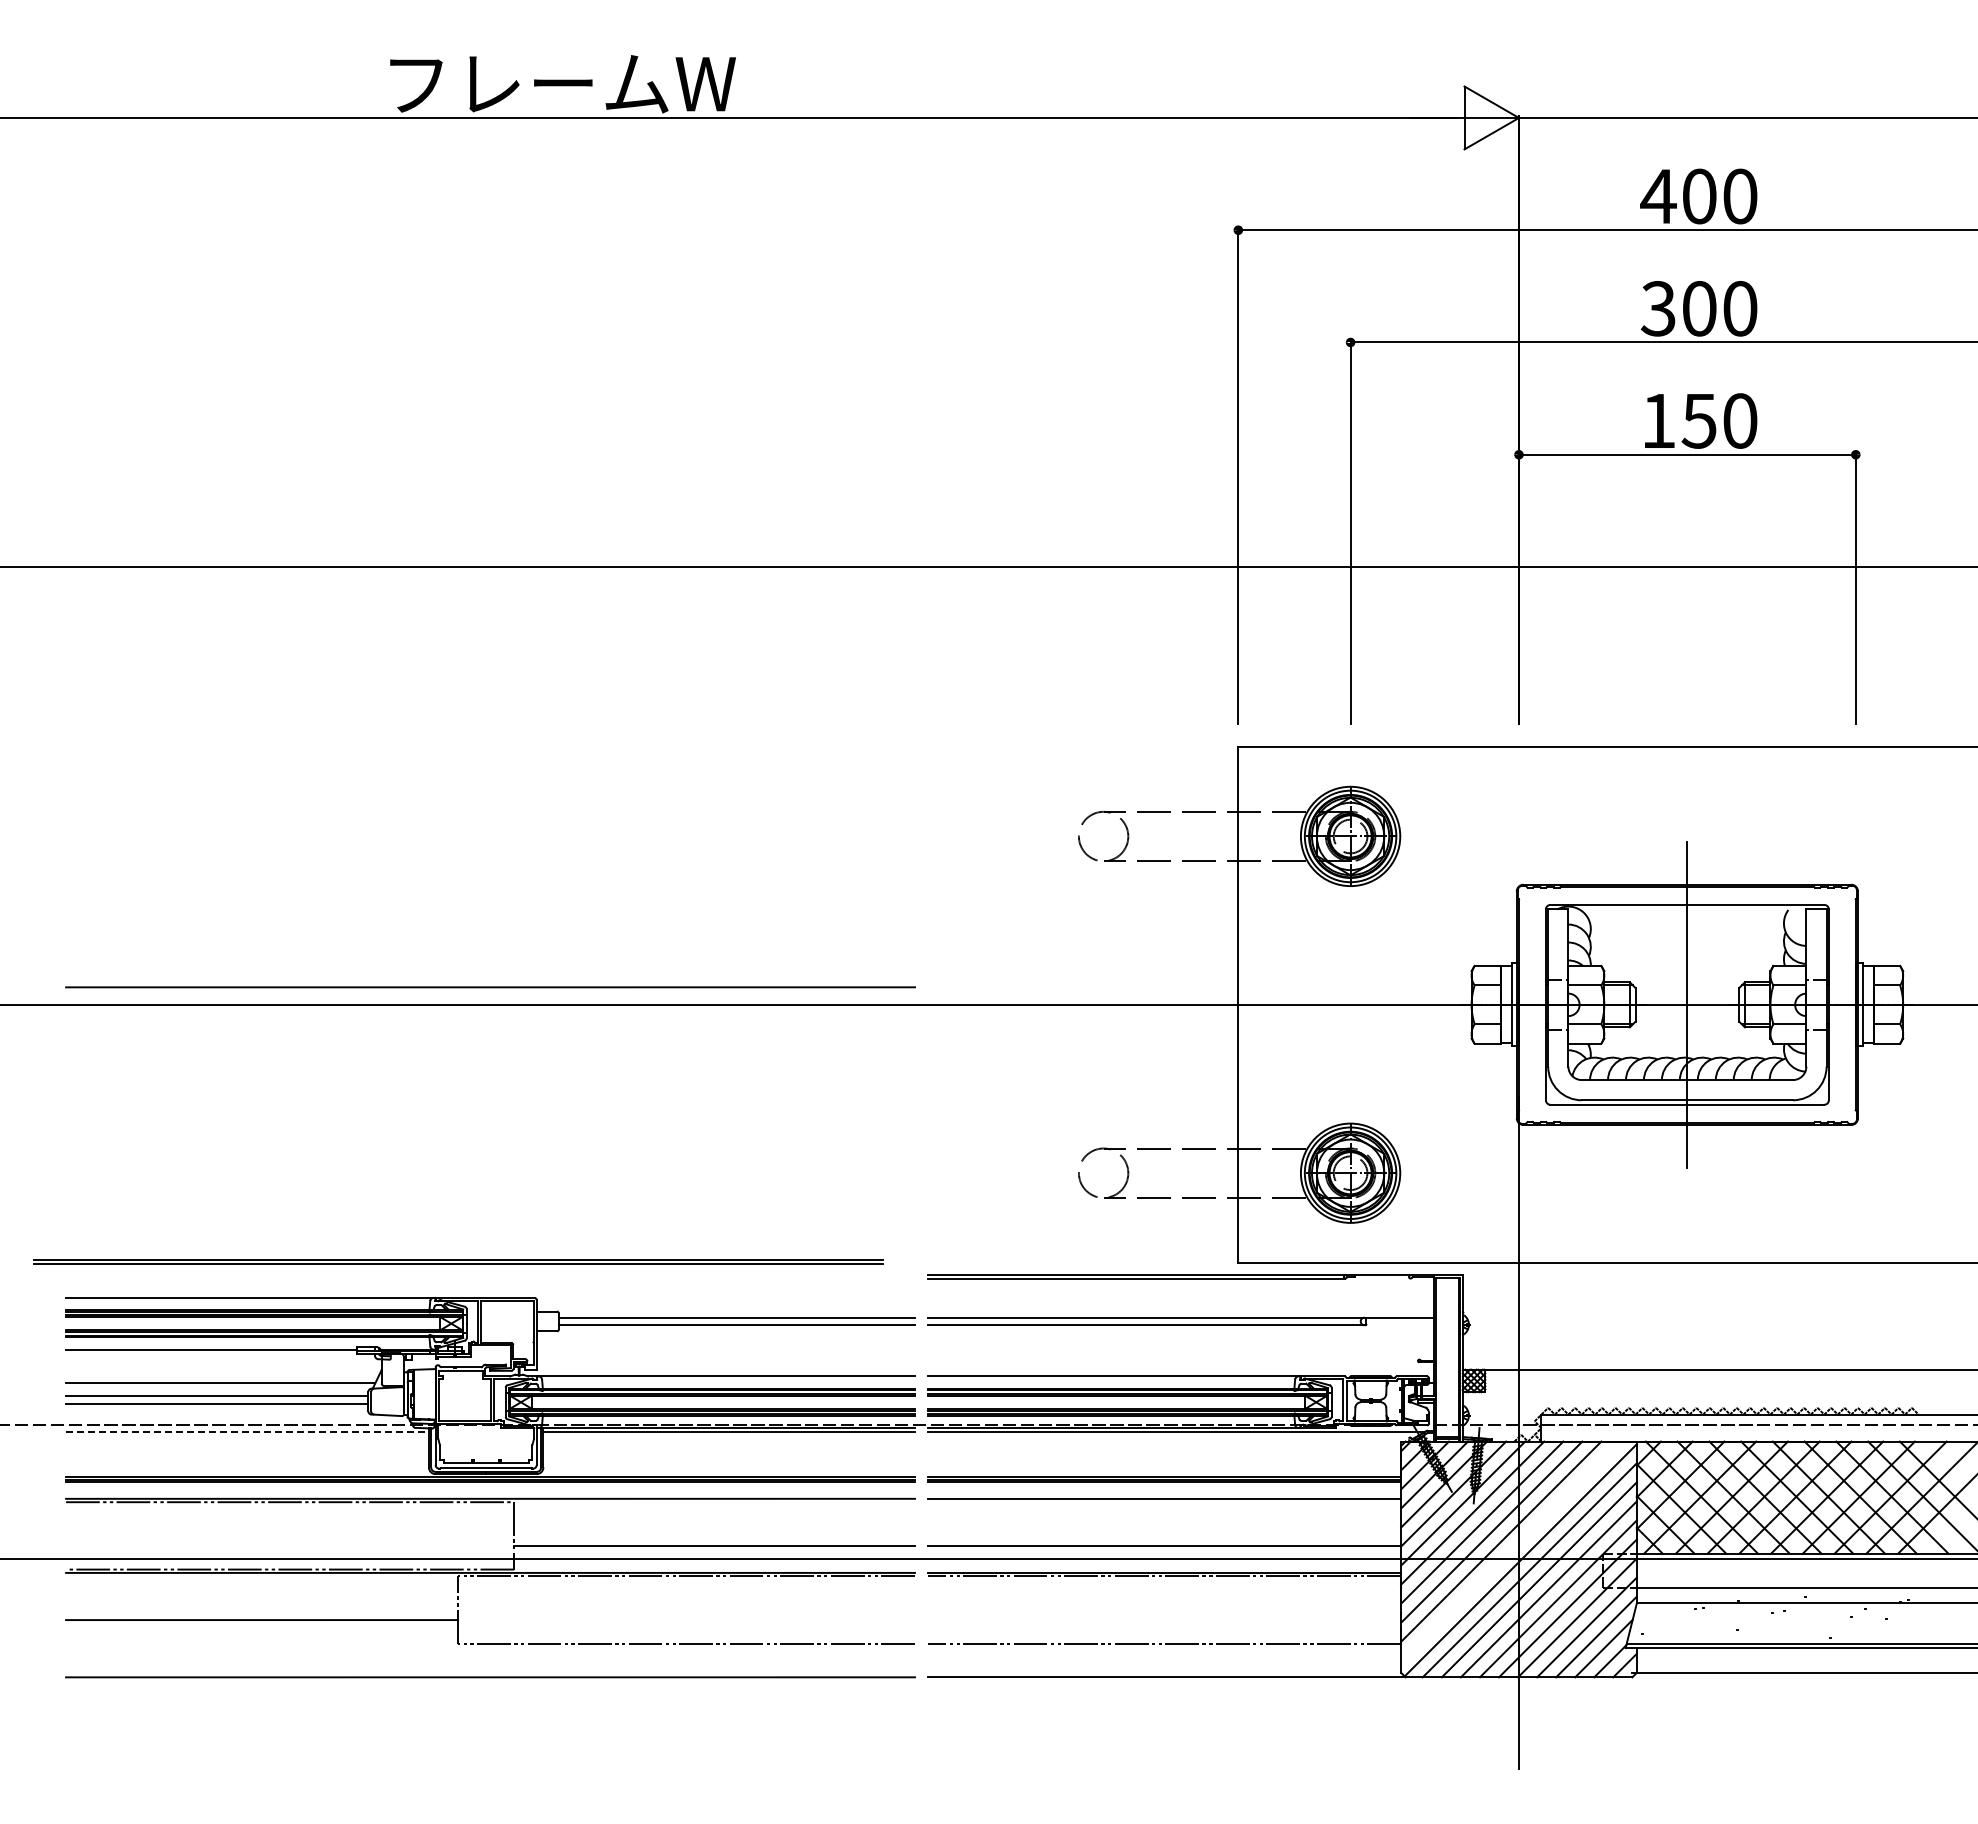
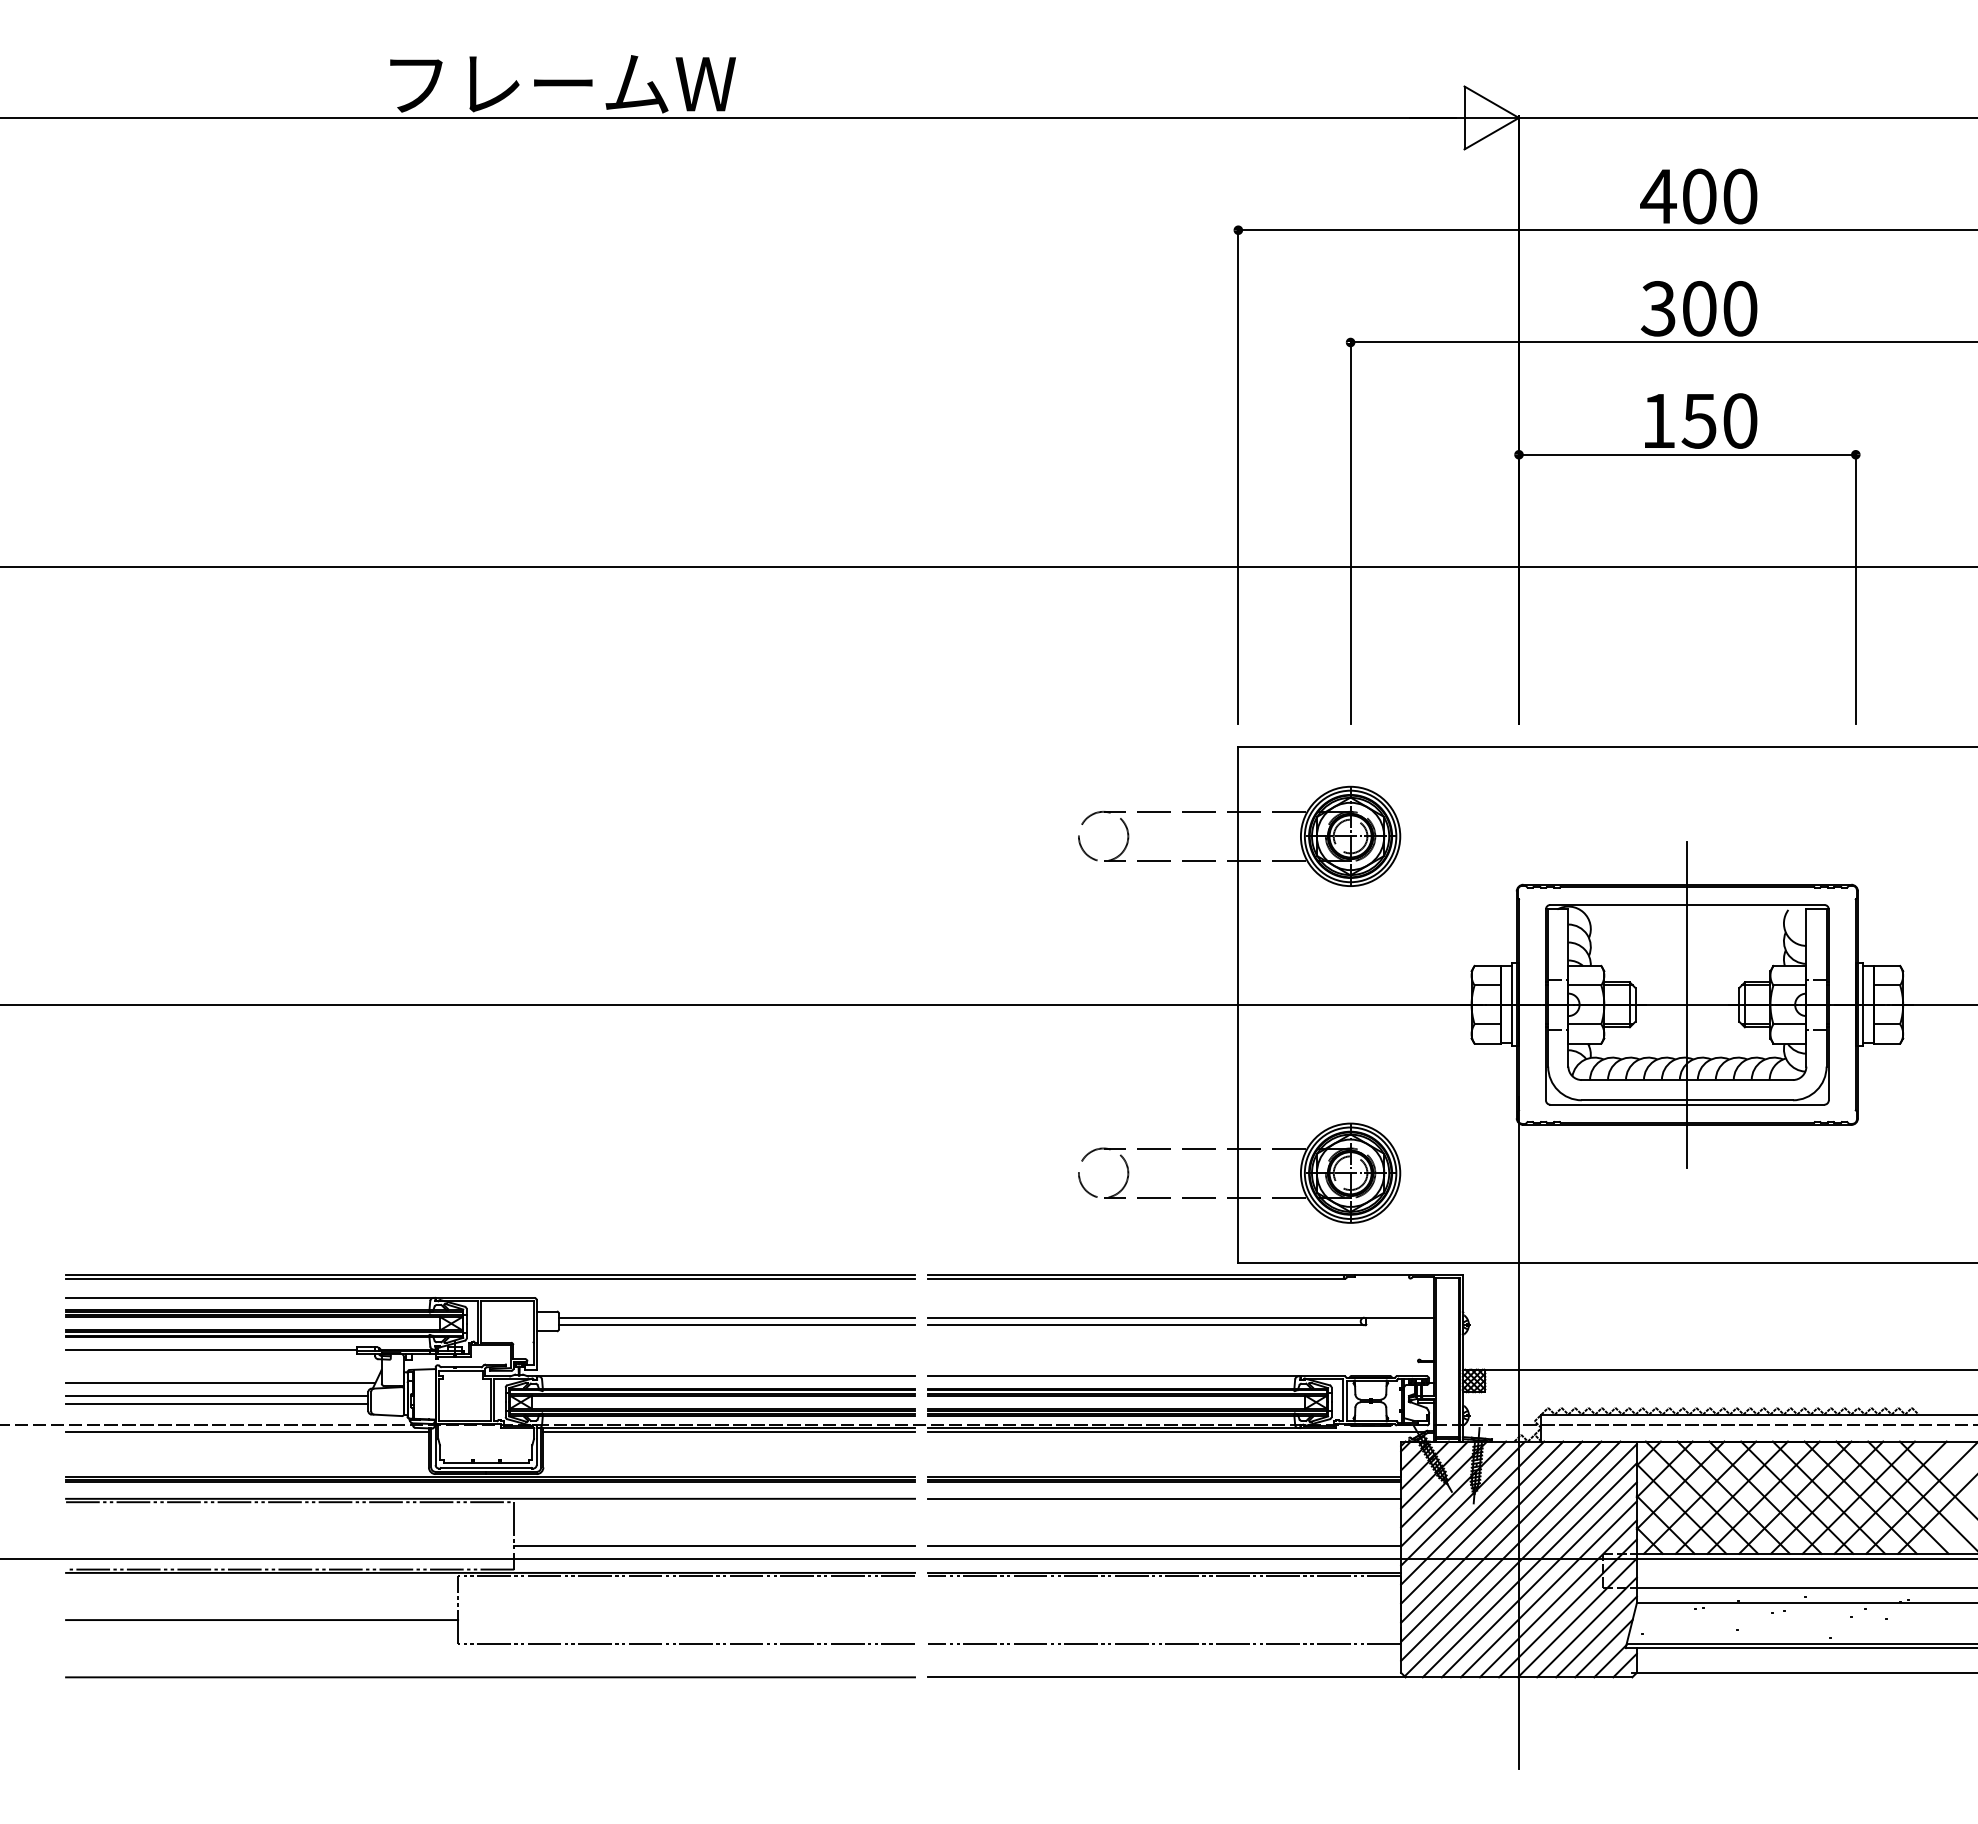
line at (490, 987): present -> none
part at (458, 1261) position: (458, 1261) -> (490, 1276)
line at (247, 1432): dashed -> solid
line at (1510, 1550): none -> present
